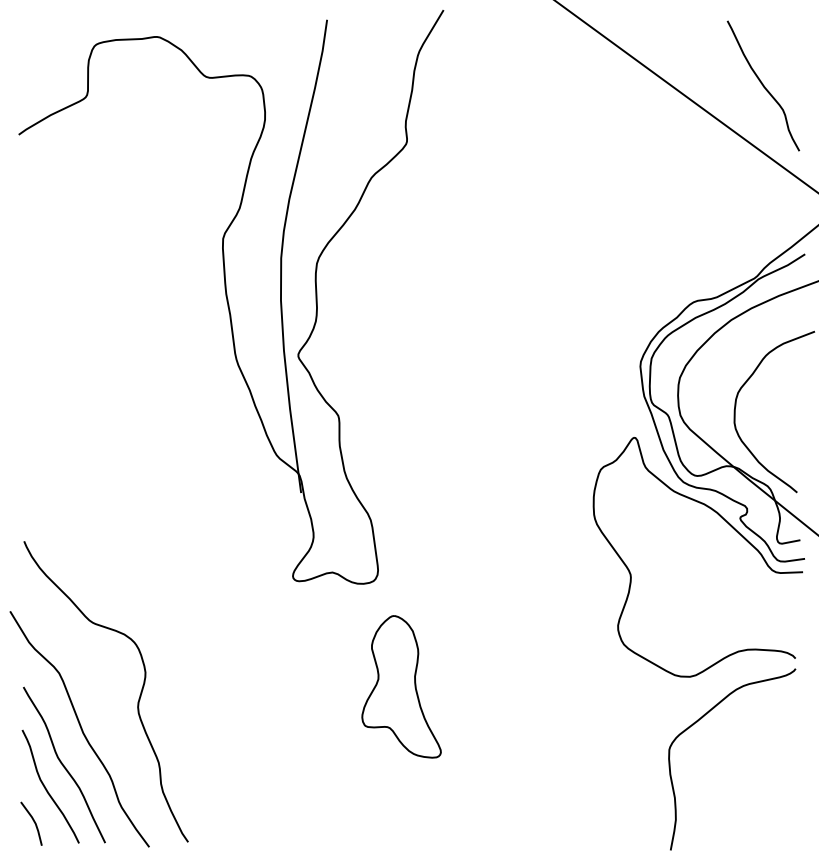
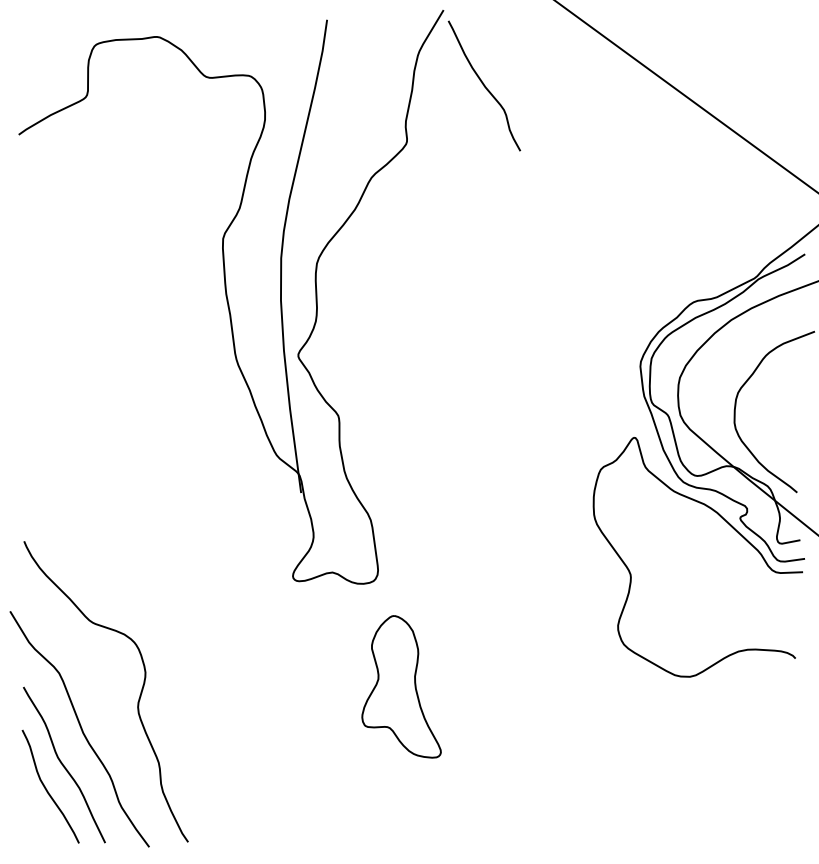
curve at (763, 85) position: (763, 85) -> (484, 85)
curve at (702, 718): present -> none
line at (33, 822): present -> none
